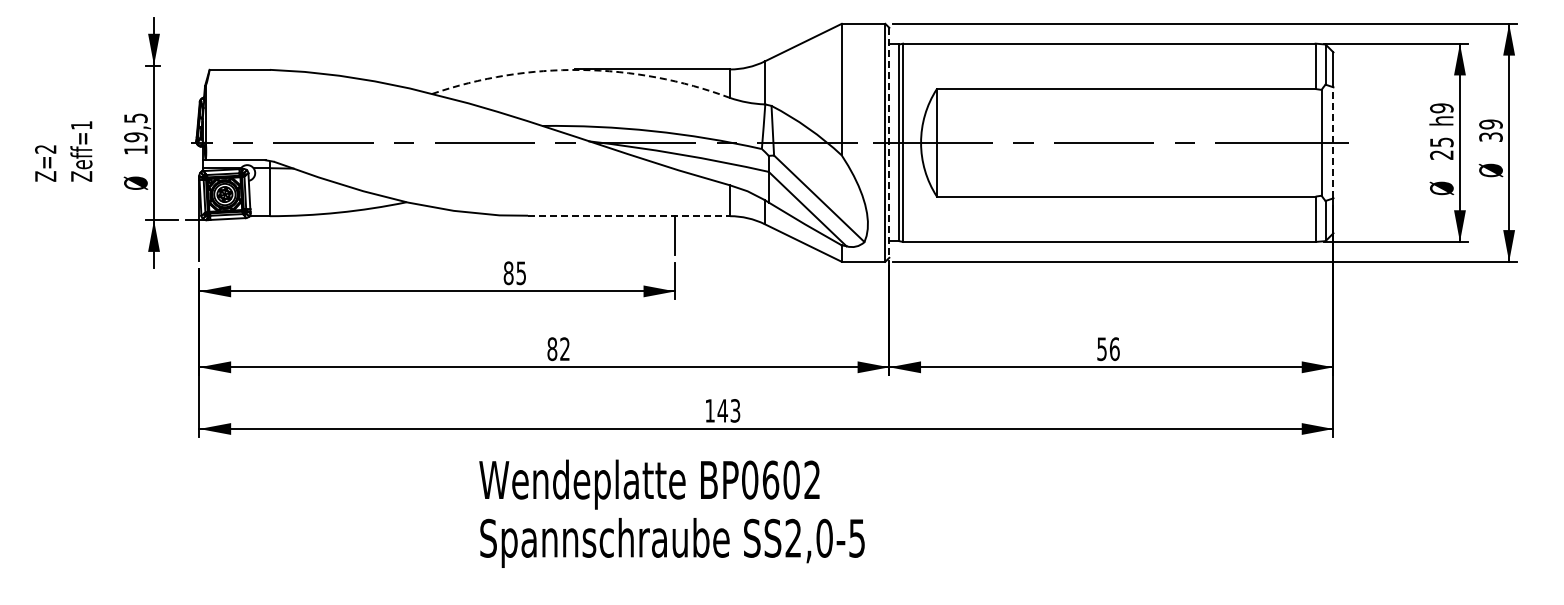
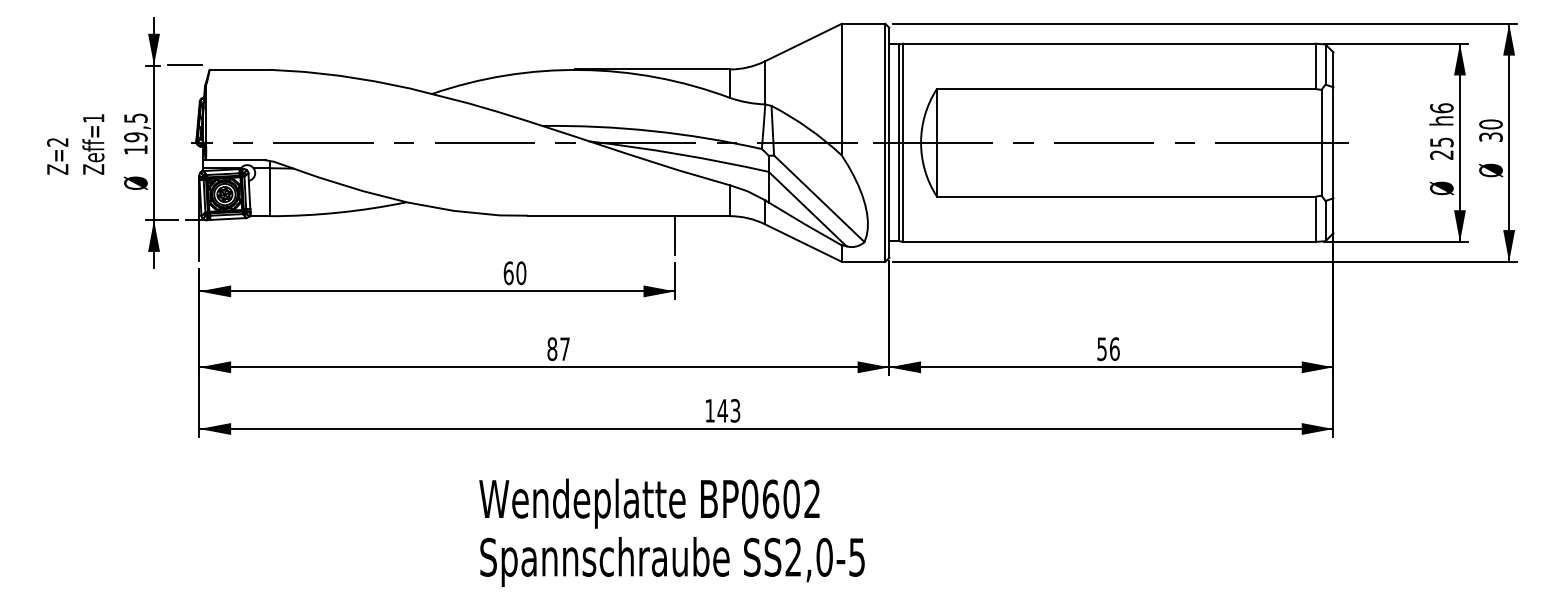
line at (184, 65): none -> present
arc at (581, 70): dashed -> solid
text at (1441, 108): h9 -> h6
text at (1490, 124): 39 -> 30
line at (1333, 142): dashed -> solid
line at (889, 143): dashed -> solid
text at (63, 151) position: (63, 151) -> (75, 144)
line at (629, 216): dashed -> solid
text at (514, 273): 85 -> 60
text at (564, 348): 82 -> 87
text at (671, 513) position: (671, 513) -> (671, 532)
